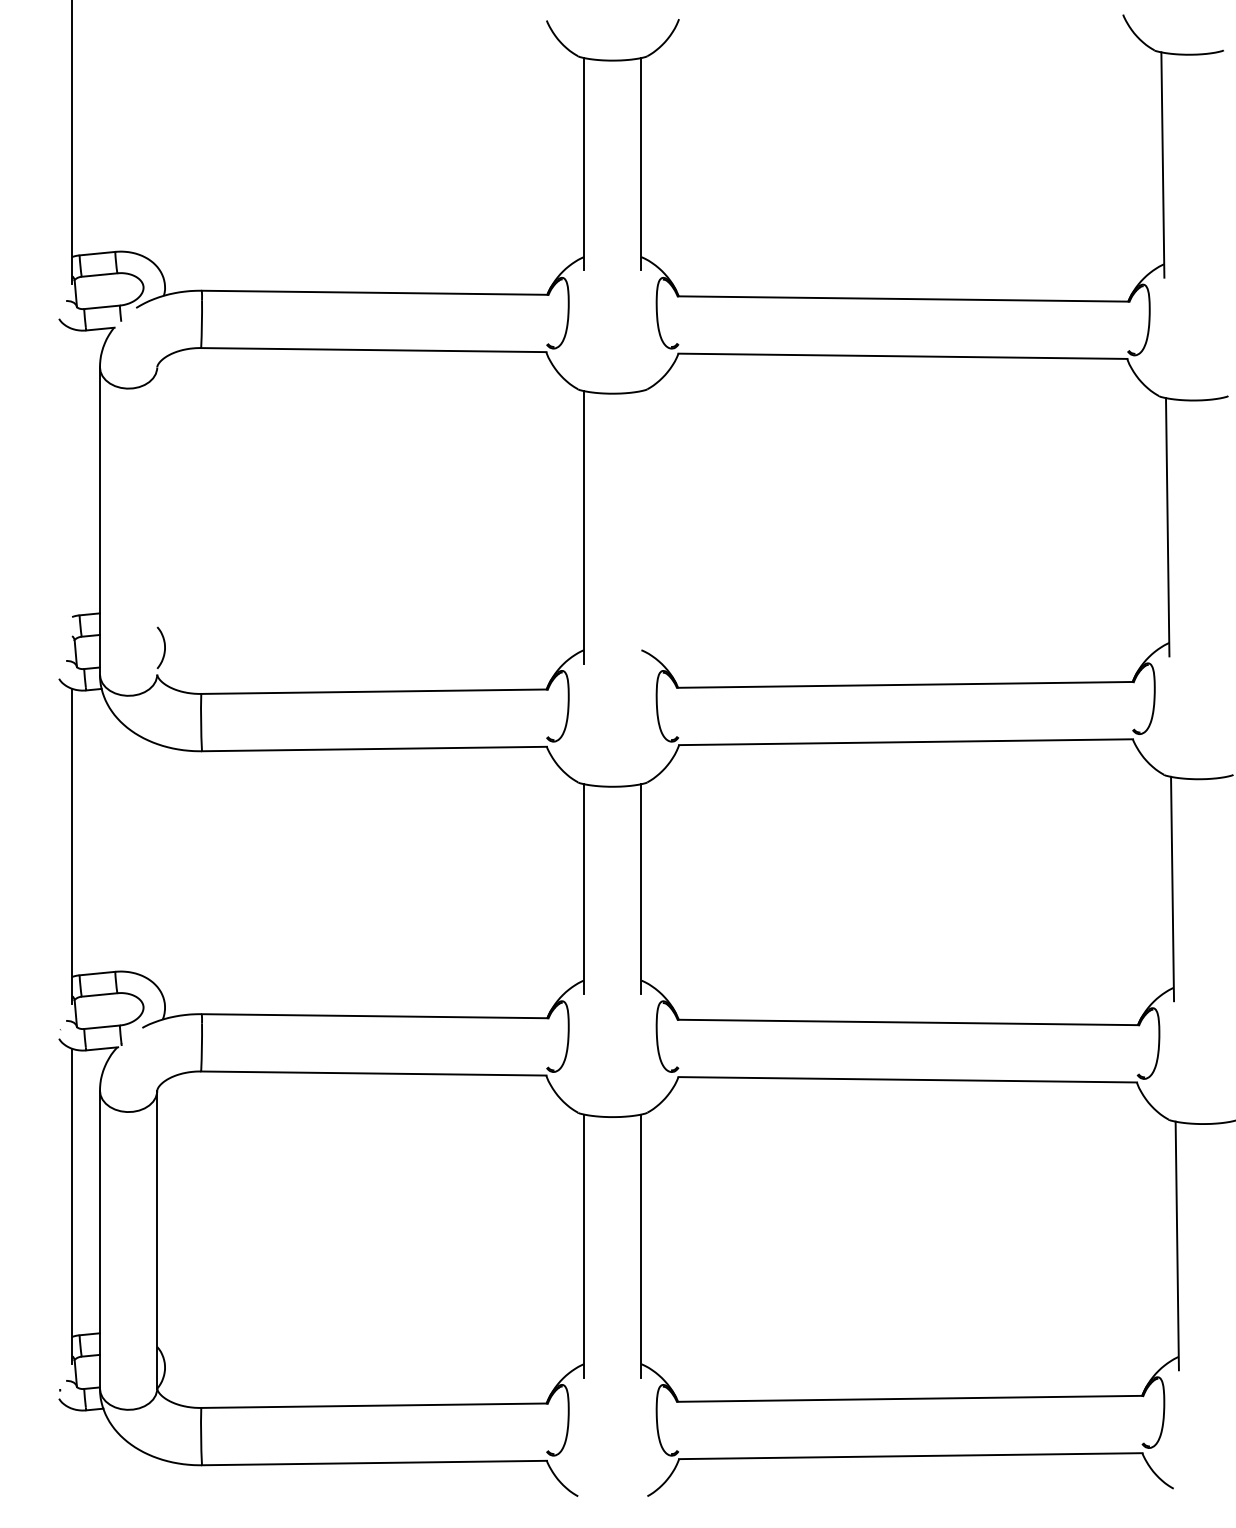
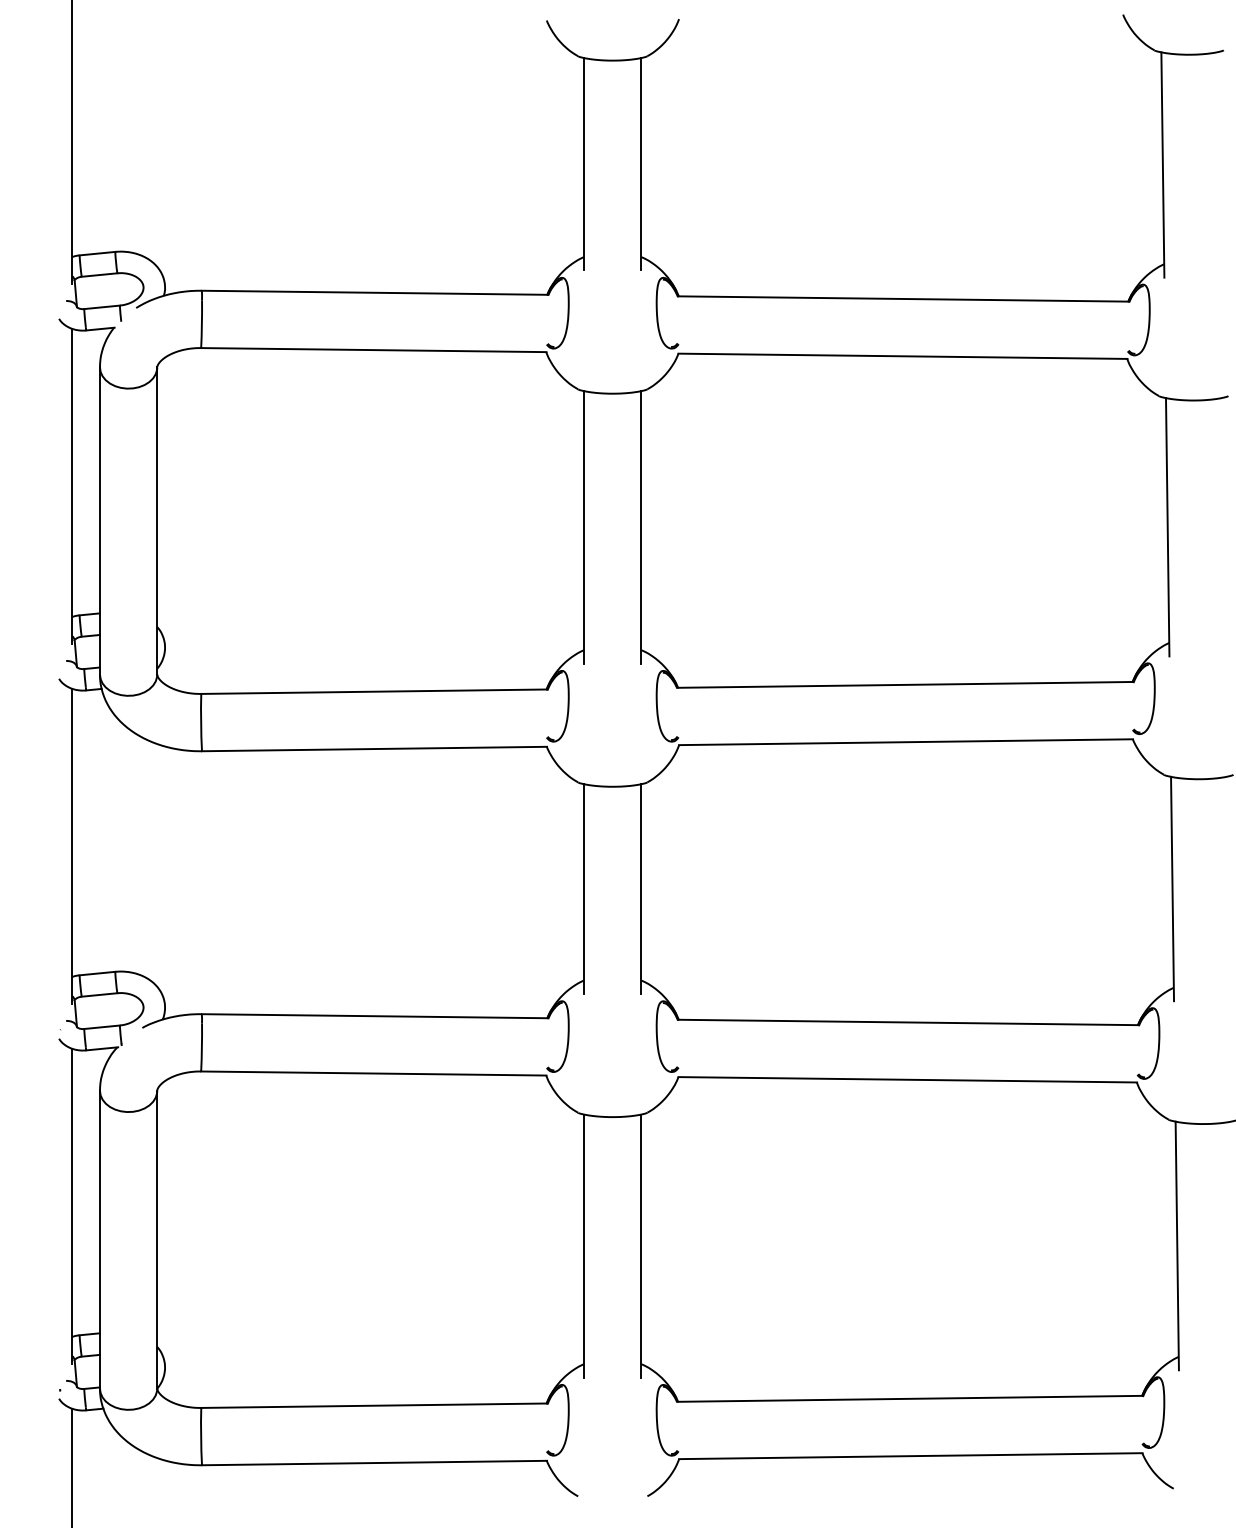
line at (72, 485): none -> present
line at (157, 520): none -> present
line at (641, 527): none -> present
line at (72, 1466): none -> present
